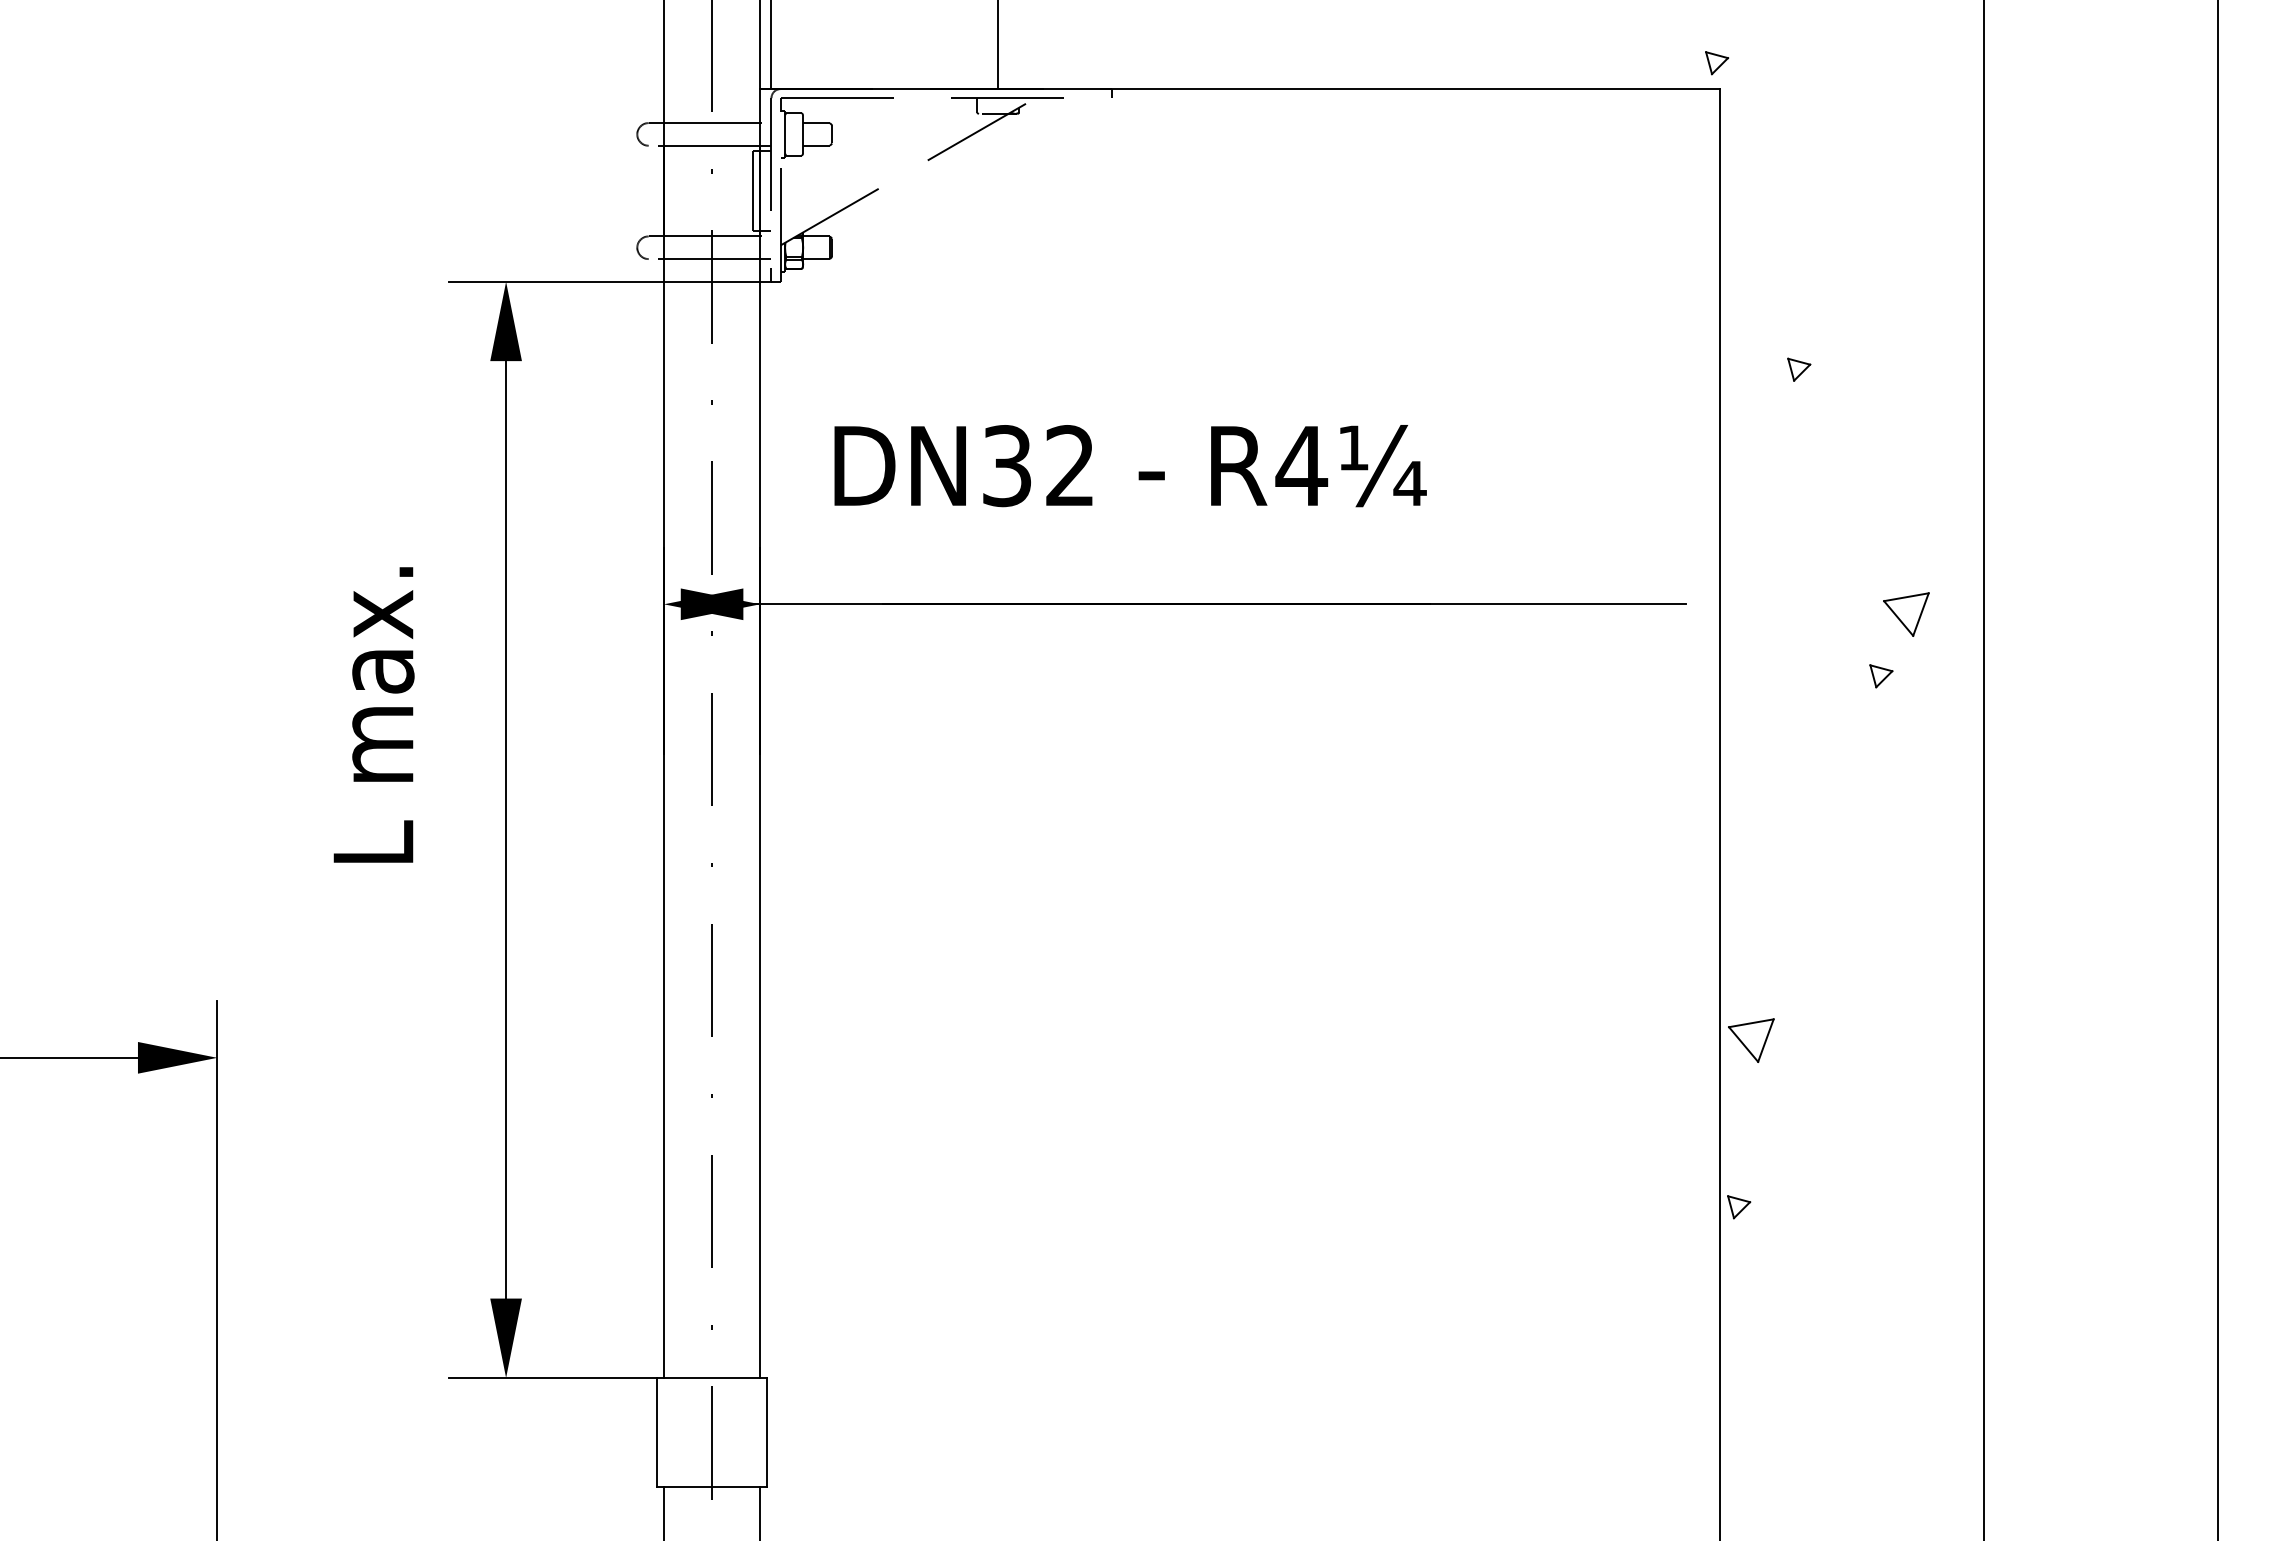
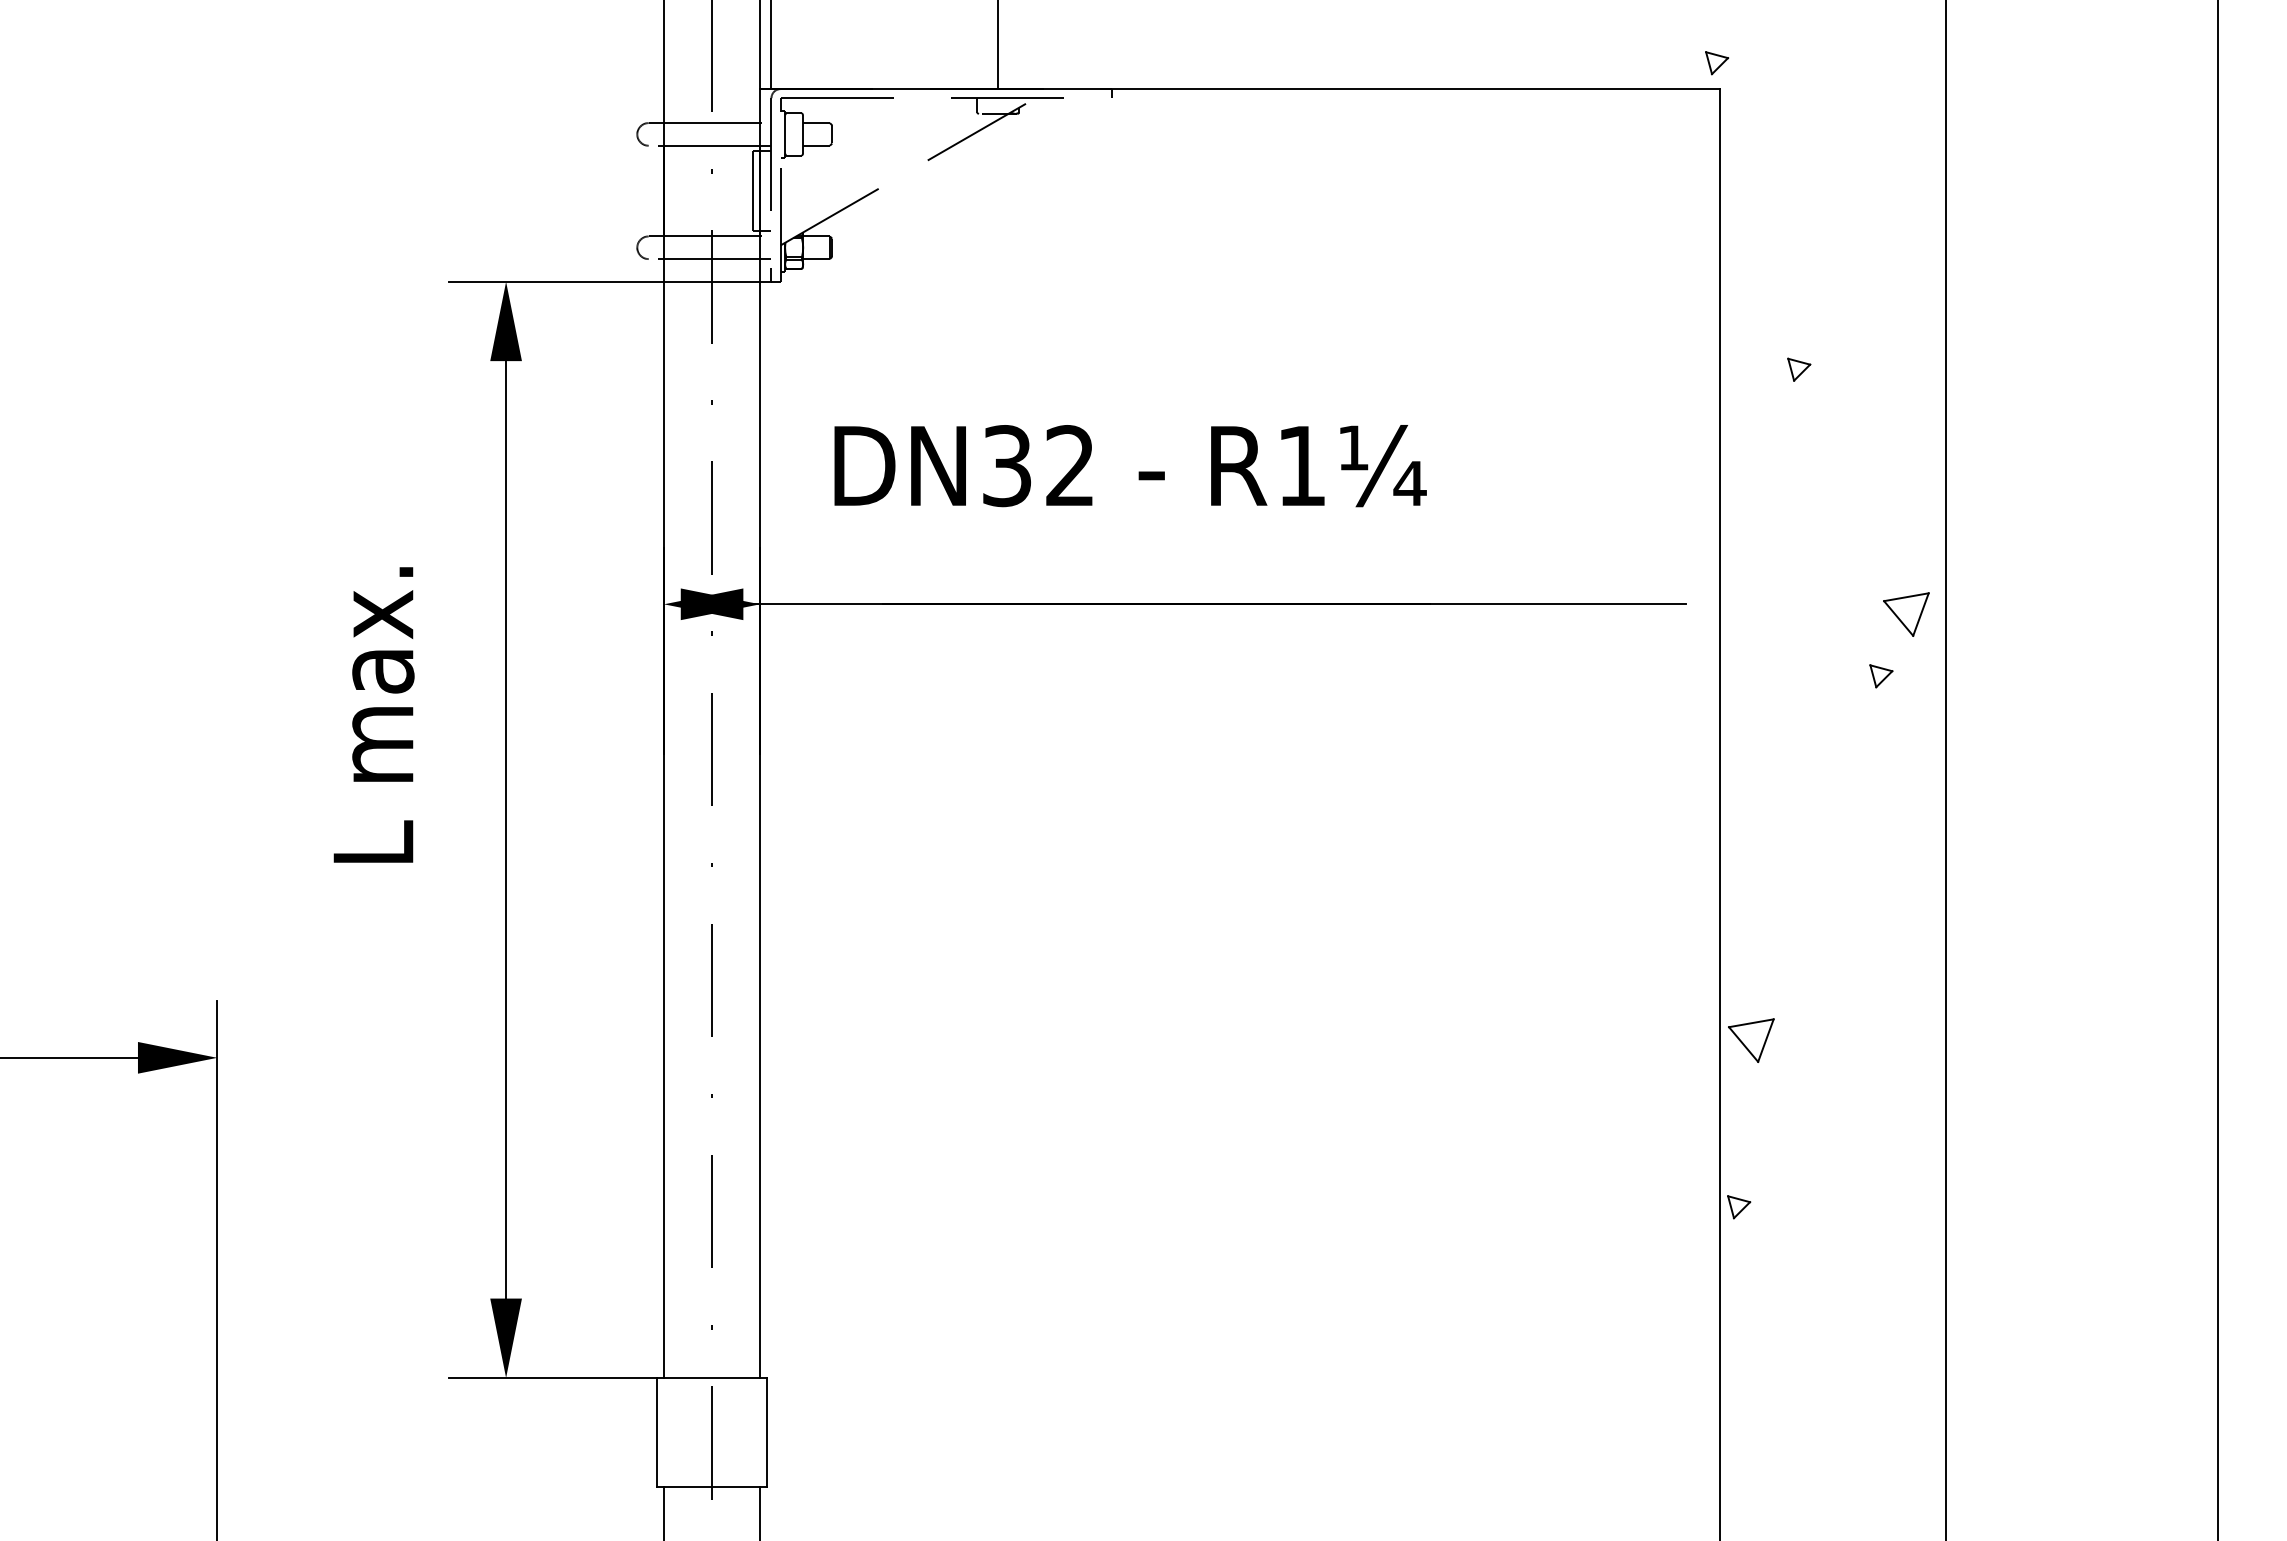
text at (1301, 465): R4¼ -> R1¼
line at (1984, 769) position: (1984, 769) -> (1946, 769)
